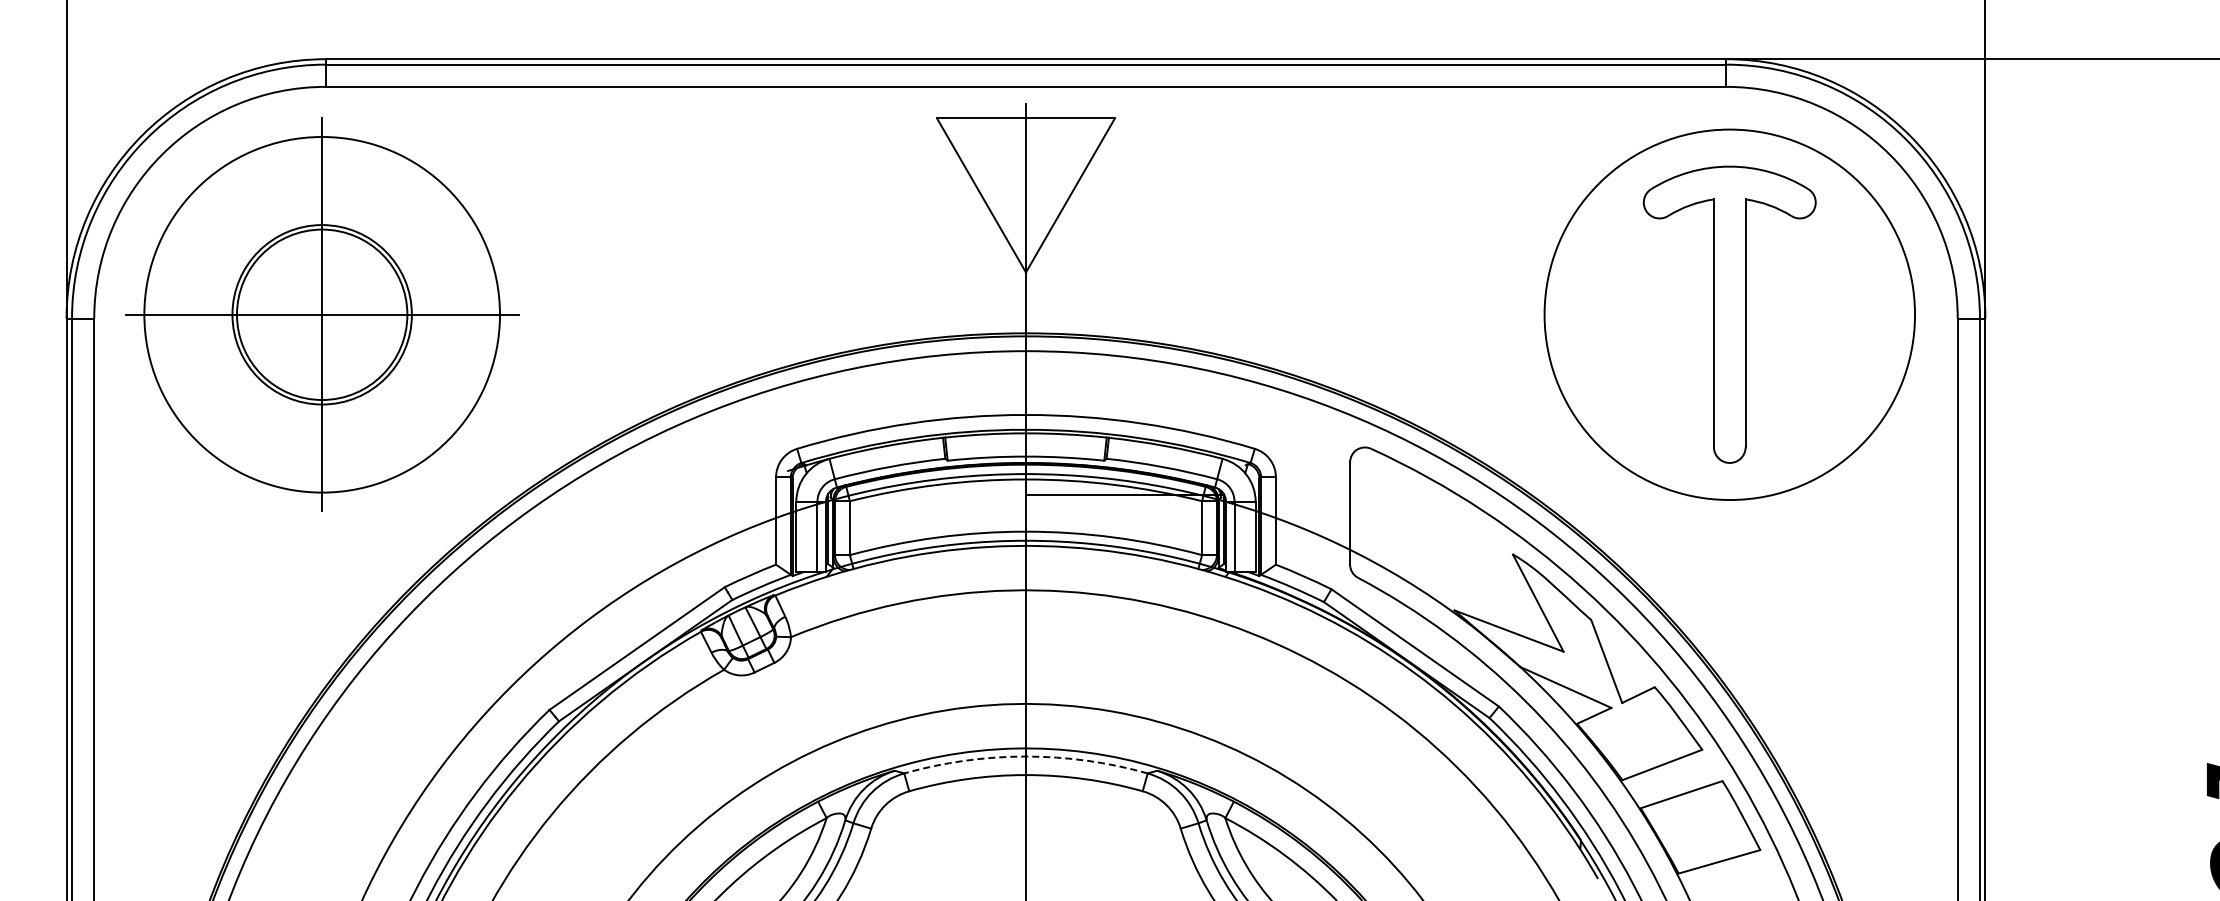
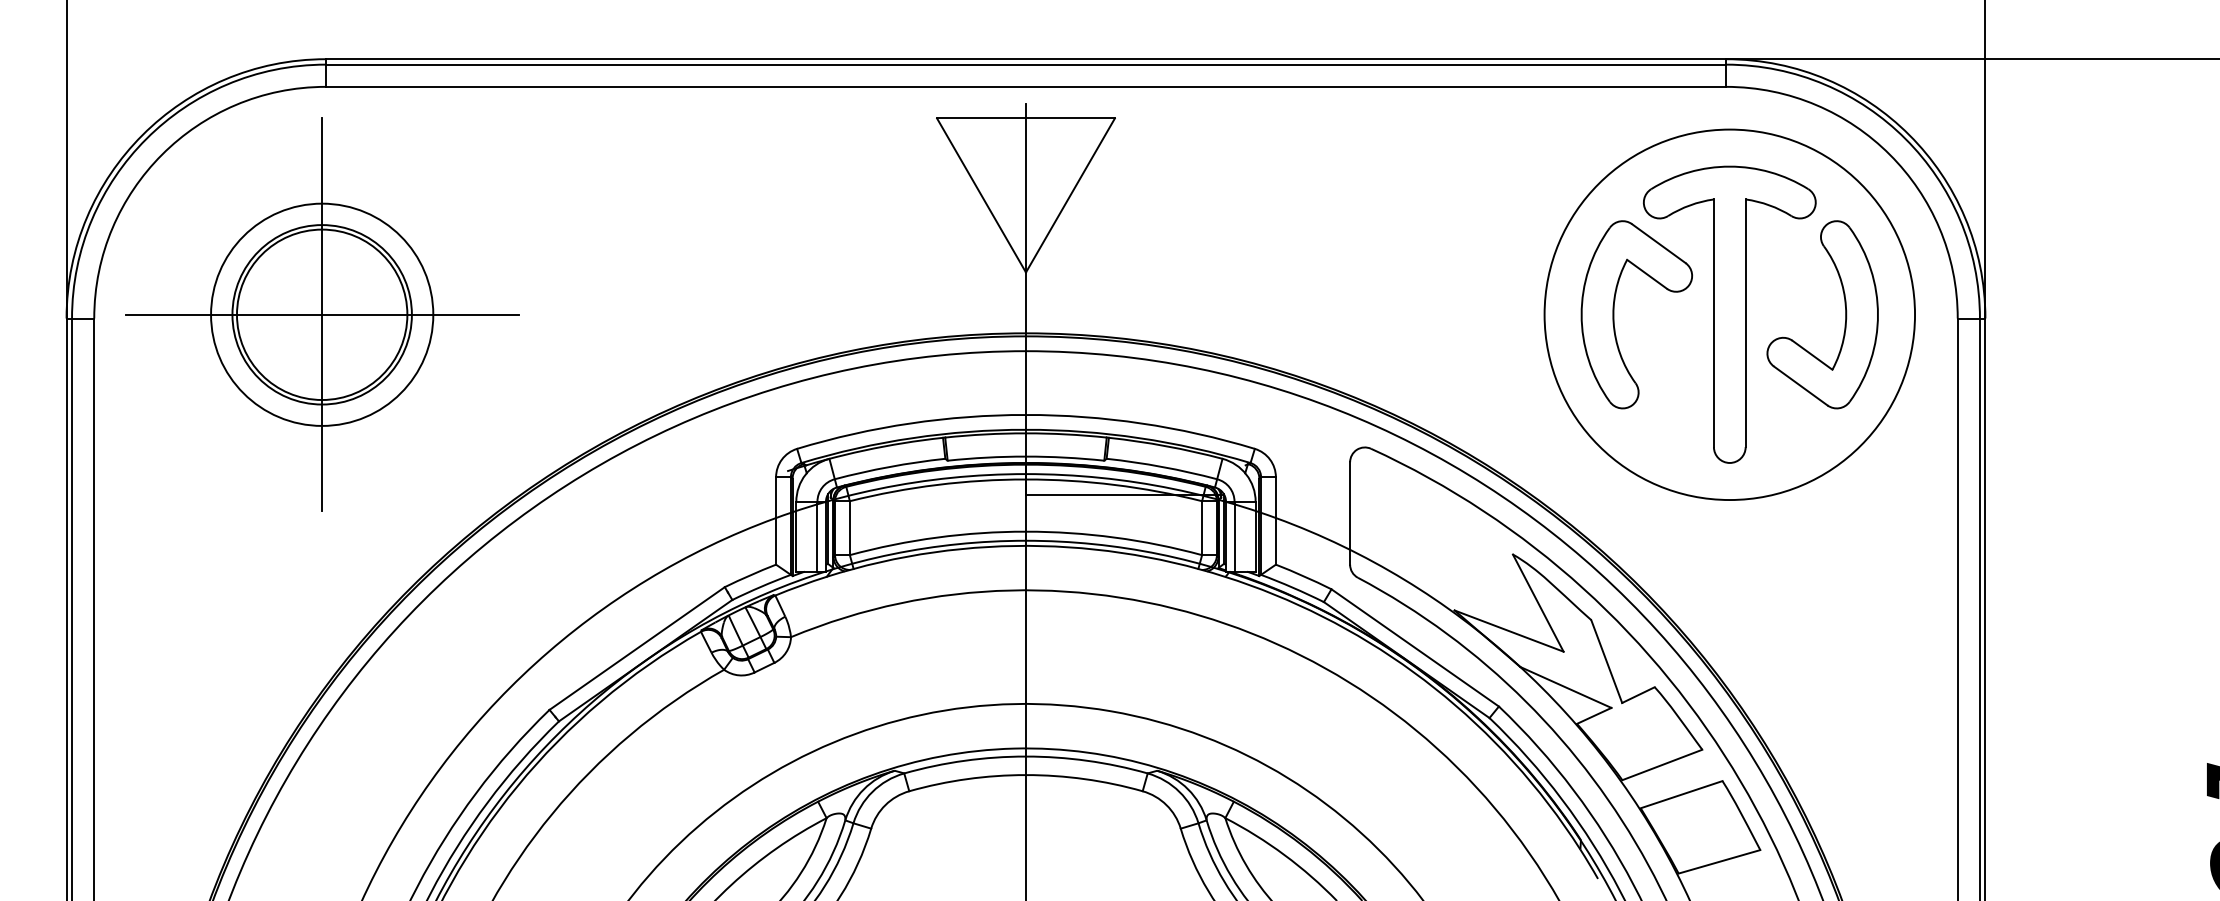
circle at (321, 314) diameter: 356 px -> 222 px
part at (1614, 314): none -> present
part at (1845, 314): none -> present
arc at (1025, 756): dashed -> solid
